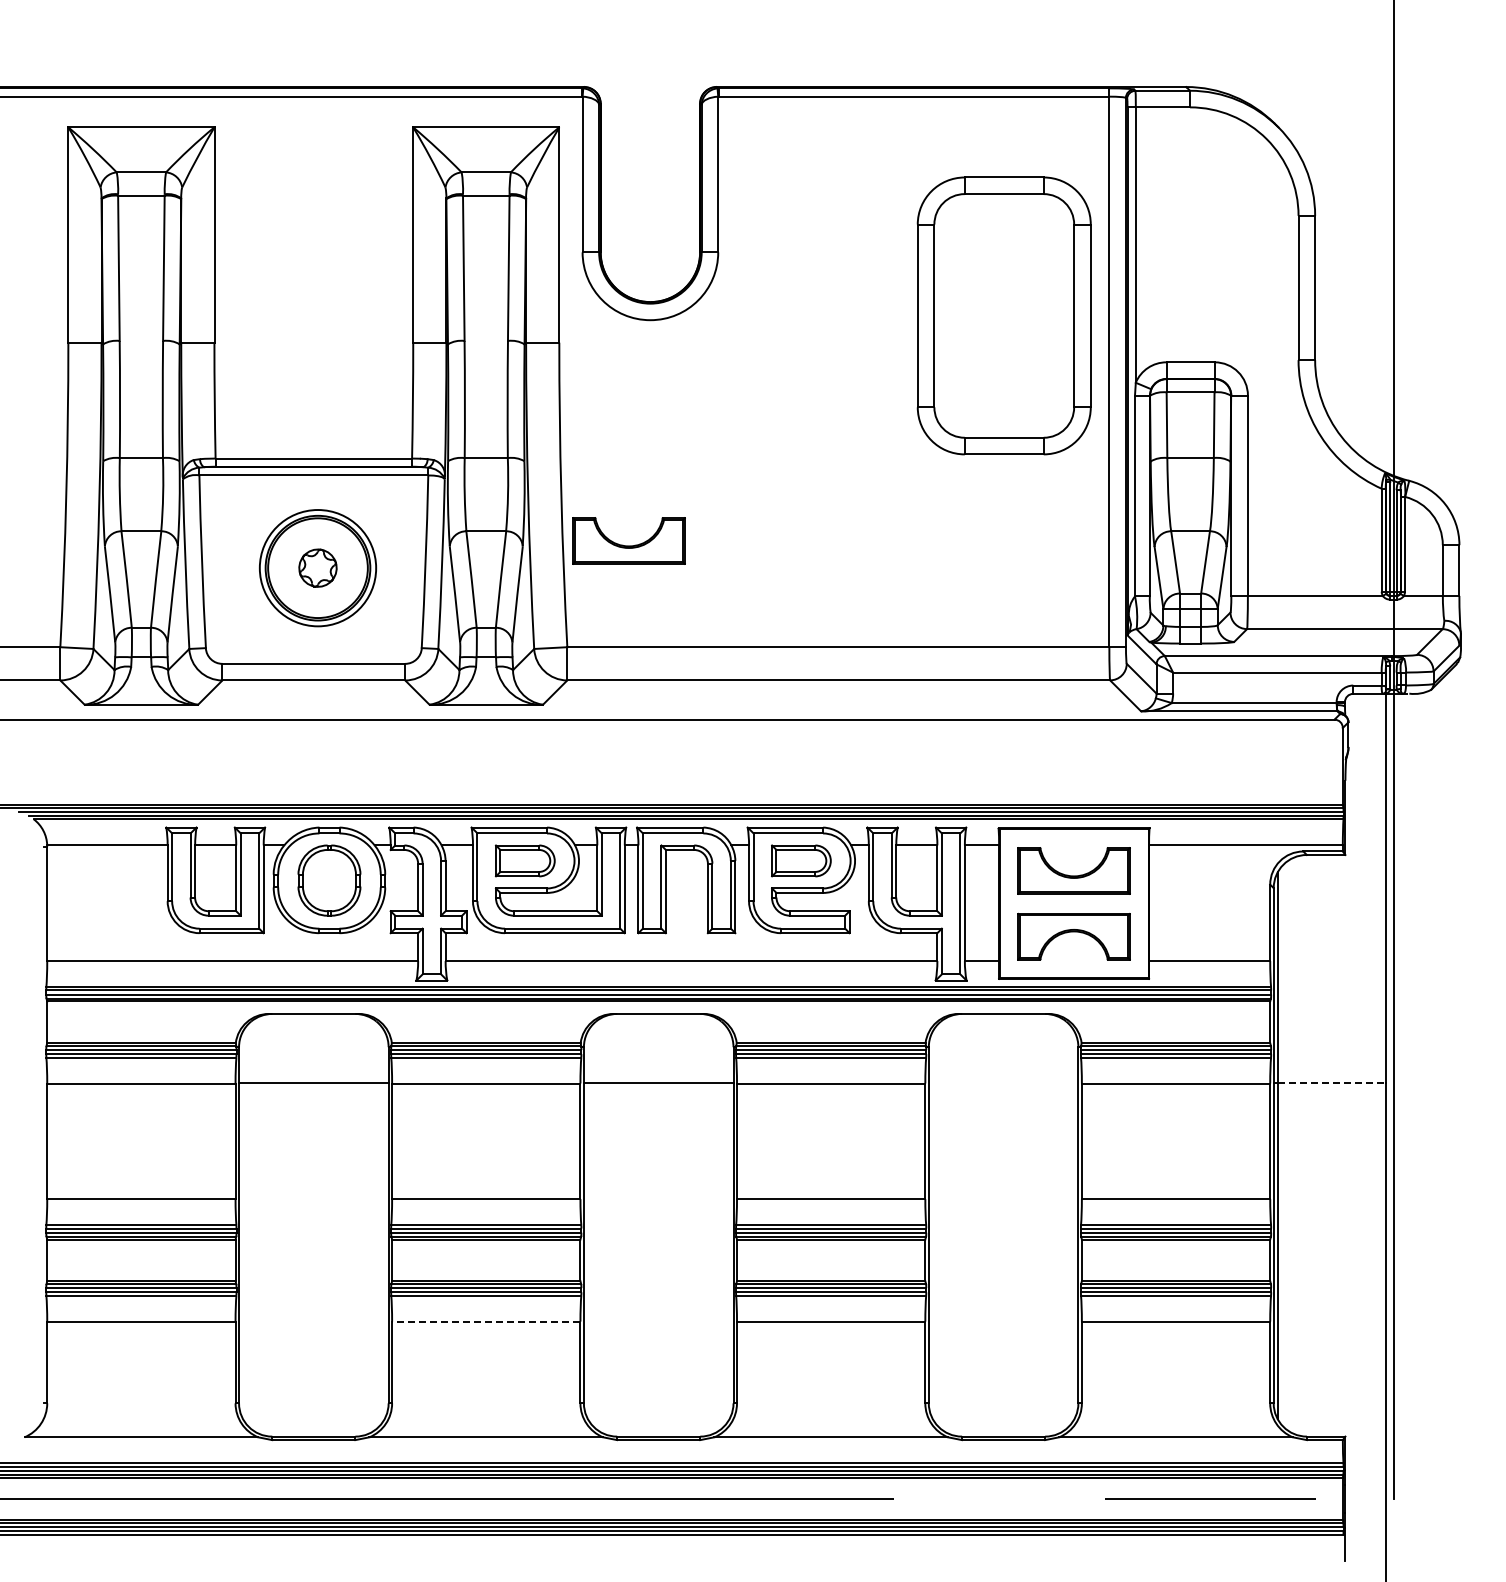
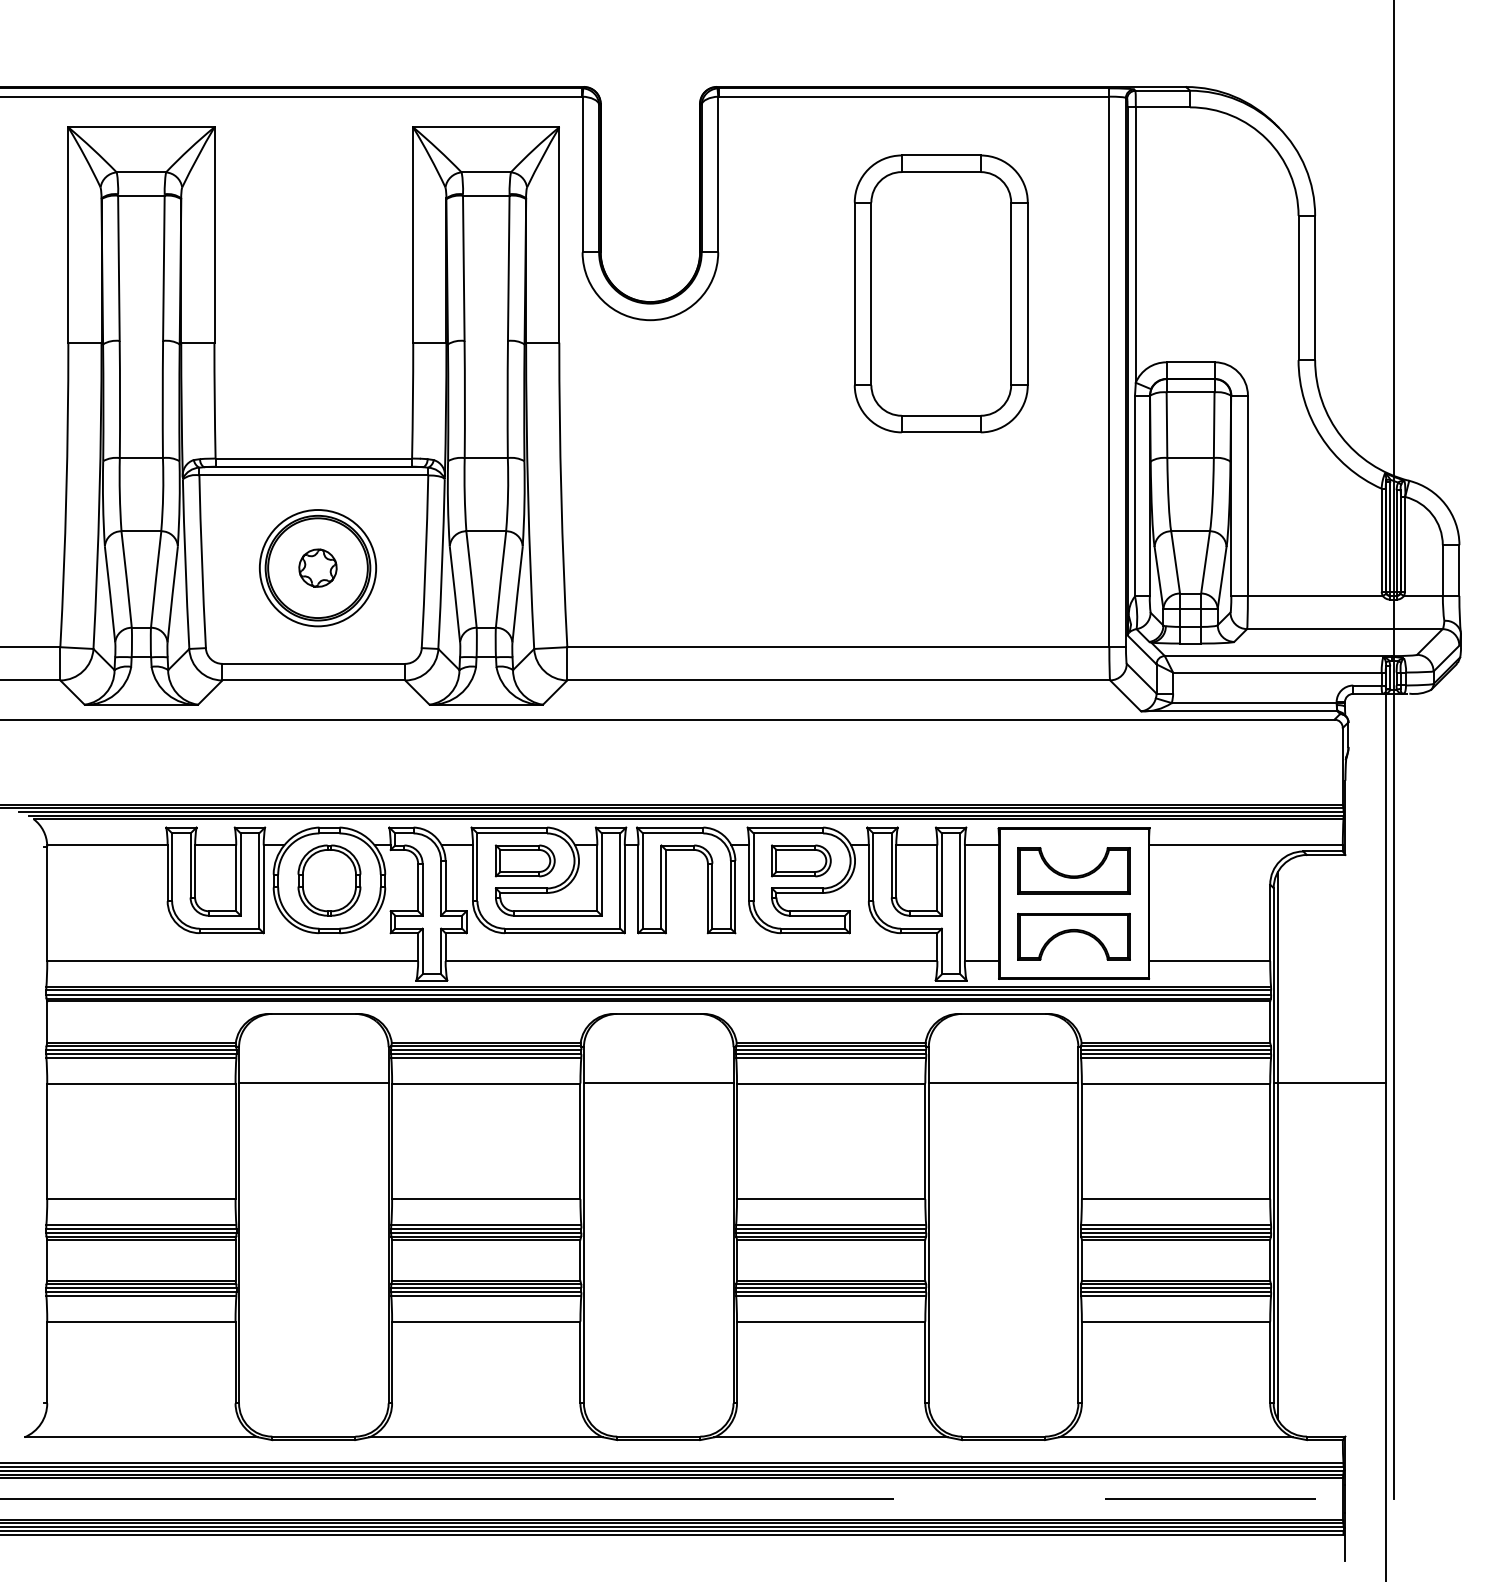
part at (1003, 315) position: (1003, 315) -> (940, 293)
part at (628, 540): present -> none
line at (1003, 1082): none -> present
line at (1332, 1082): dashed -> solid
line at (485, 1321): dashed -> solid
